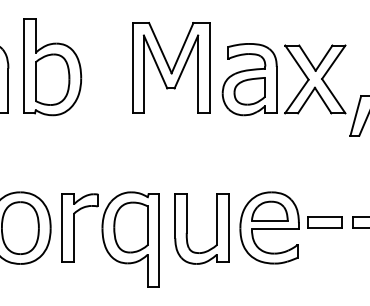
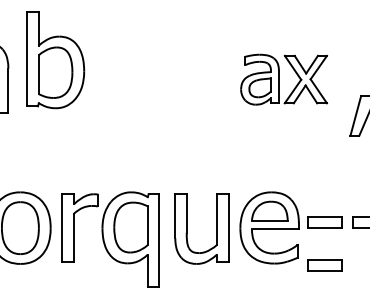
part at (52, 67) position: (52, 67) -> (55, 60)
part at (171, 67): present -> none
part at (283, 79) size: 126x74 px -> 89x53 px
part at (324, 265): none -> present
